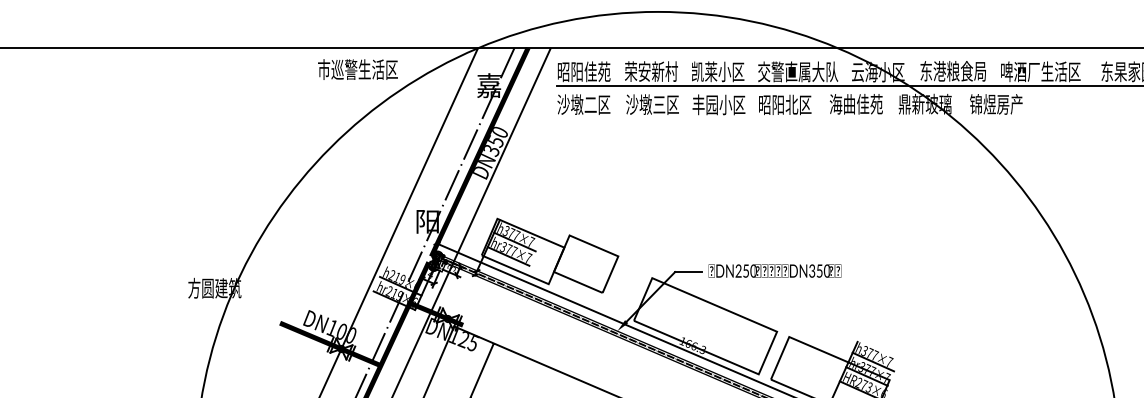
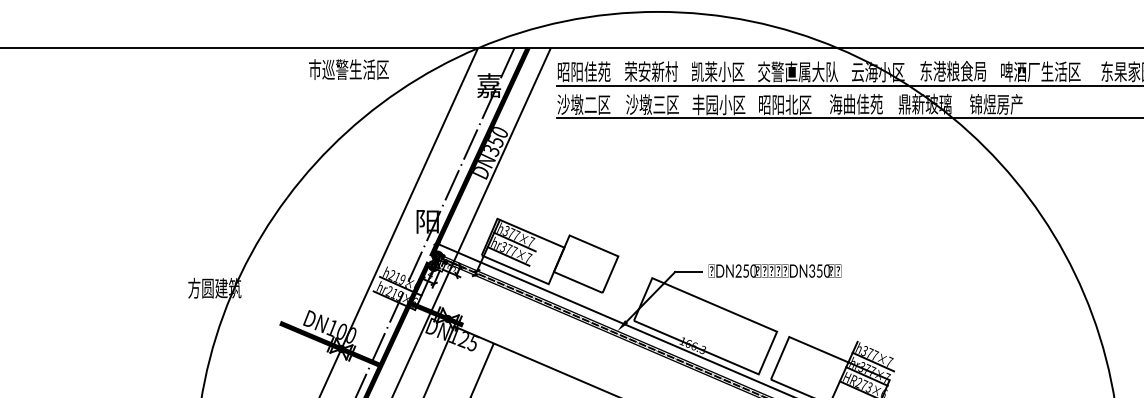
text at (357, 69) position: (357, 69) -> (348, 69)
line at (848, 118): none -> present
